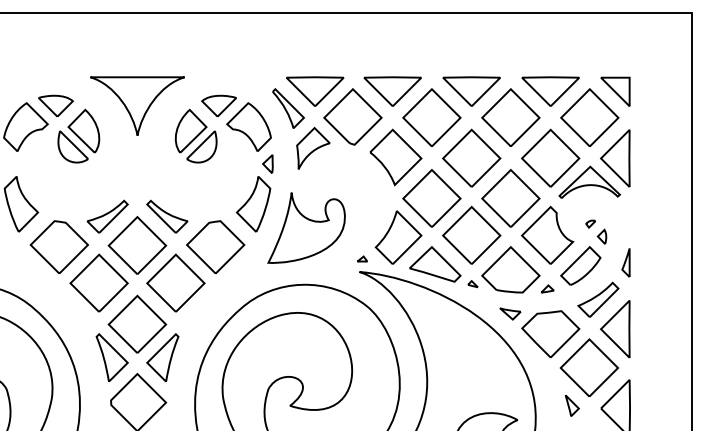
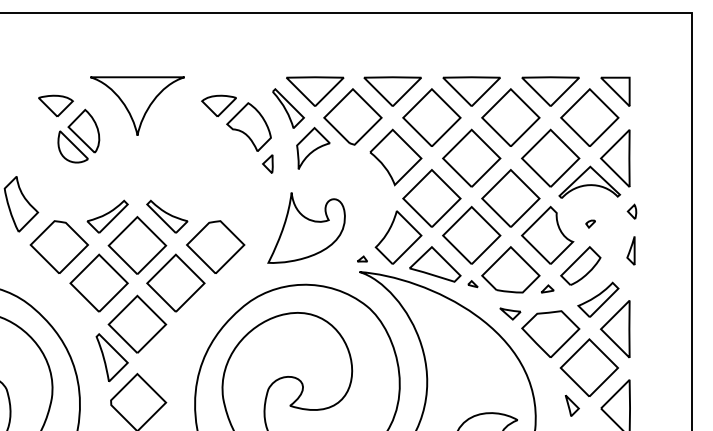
part at (25, 126): present -> none
part at (195, 135): present -> none
part at (253, 204): present -> none
part at (601, 236) position: (601, 236) -> (631, 211)
part at (625, 262) position: (625, 262) -> (630, 250)
part at (162, 357): present -> none
